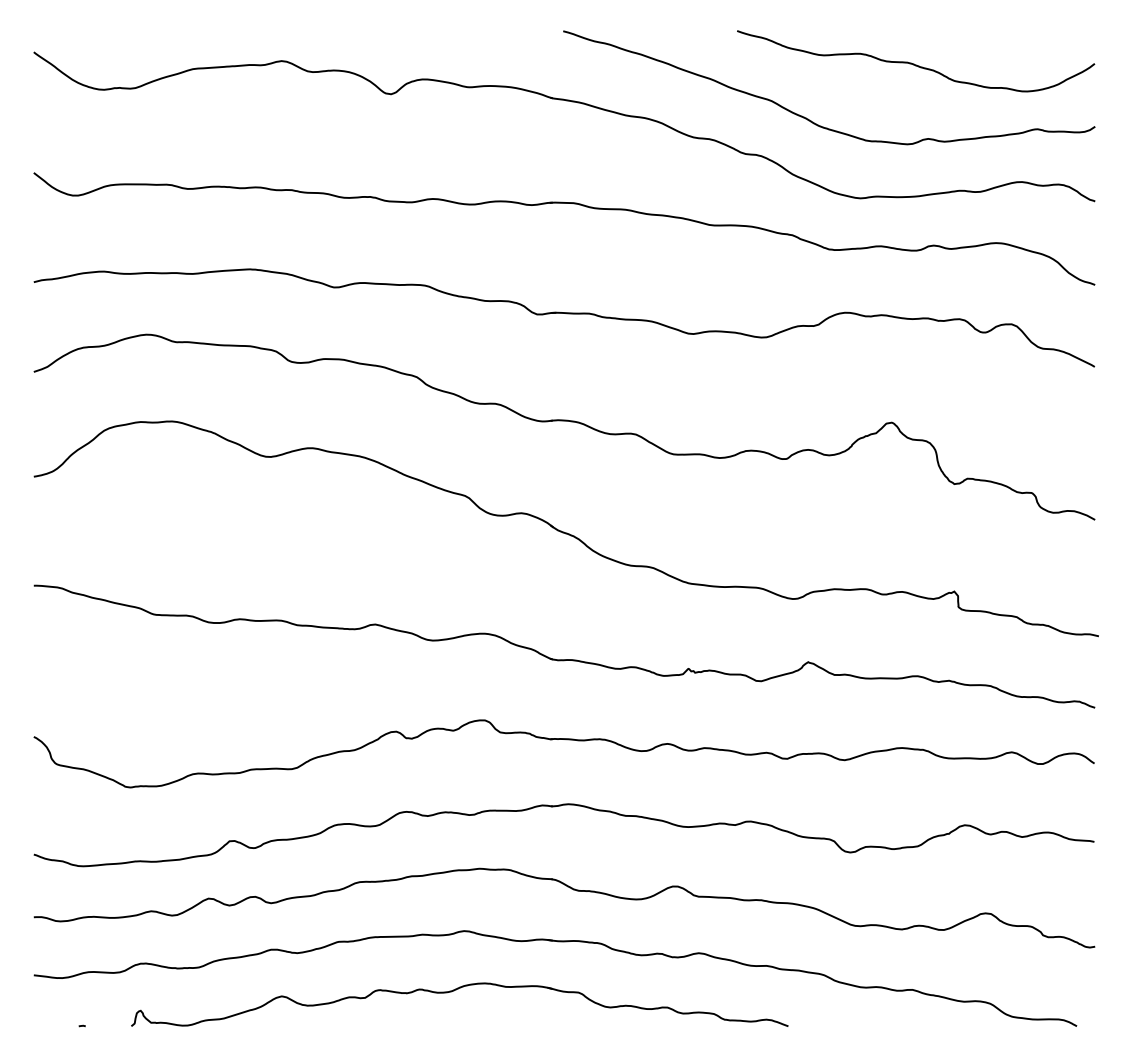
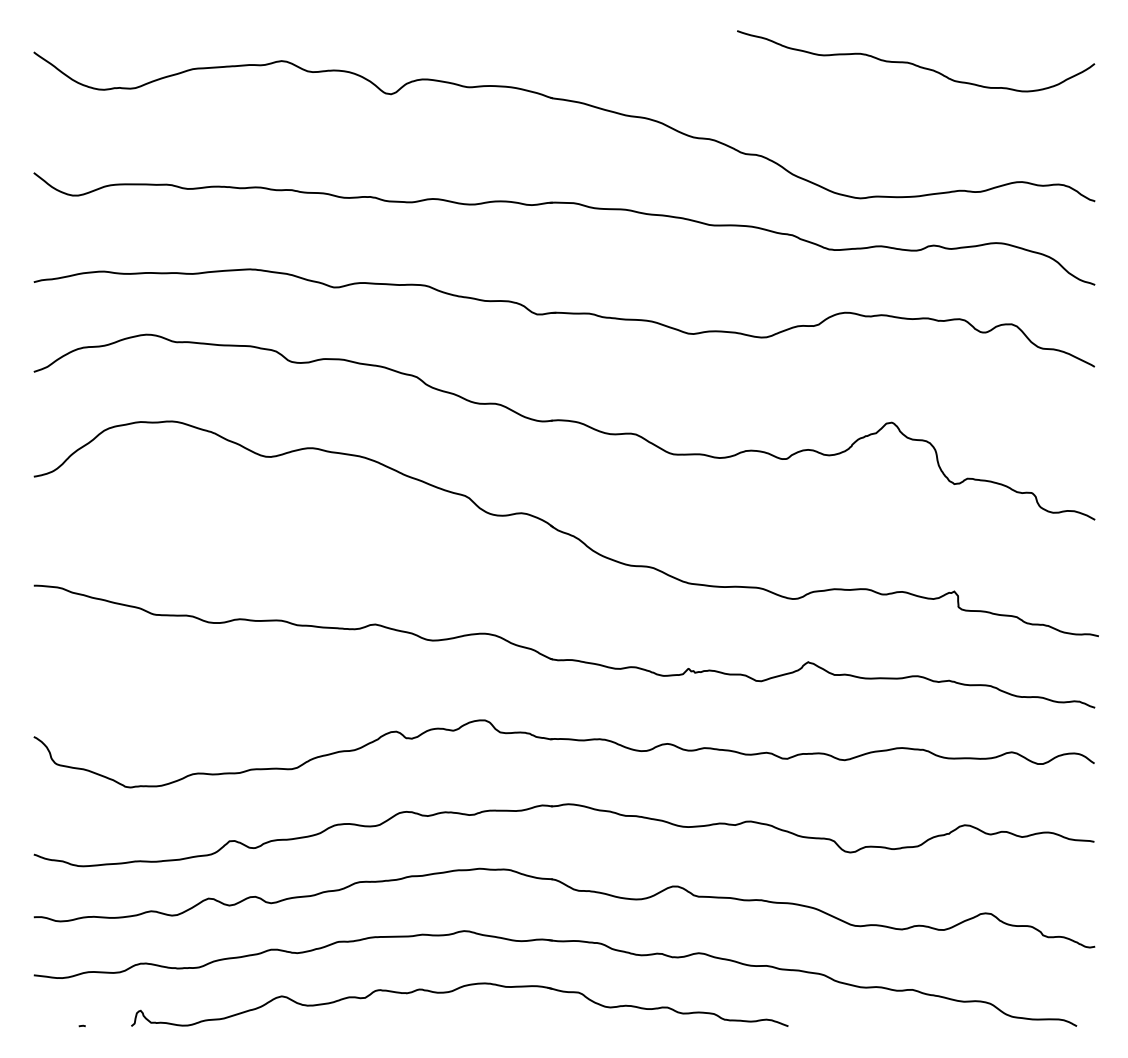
curve at (808, 118): present -> none
